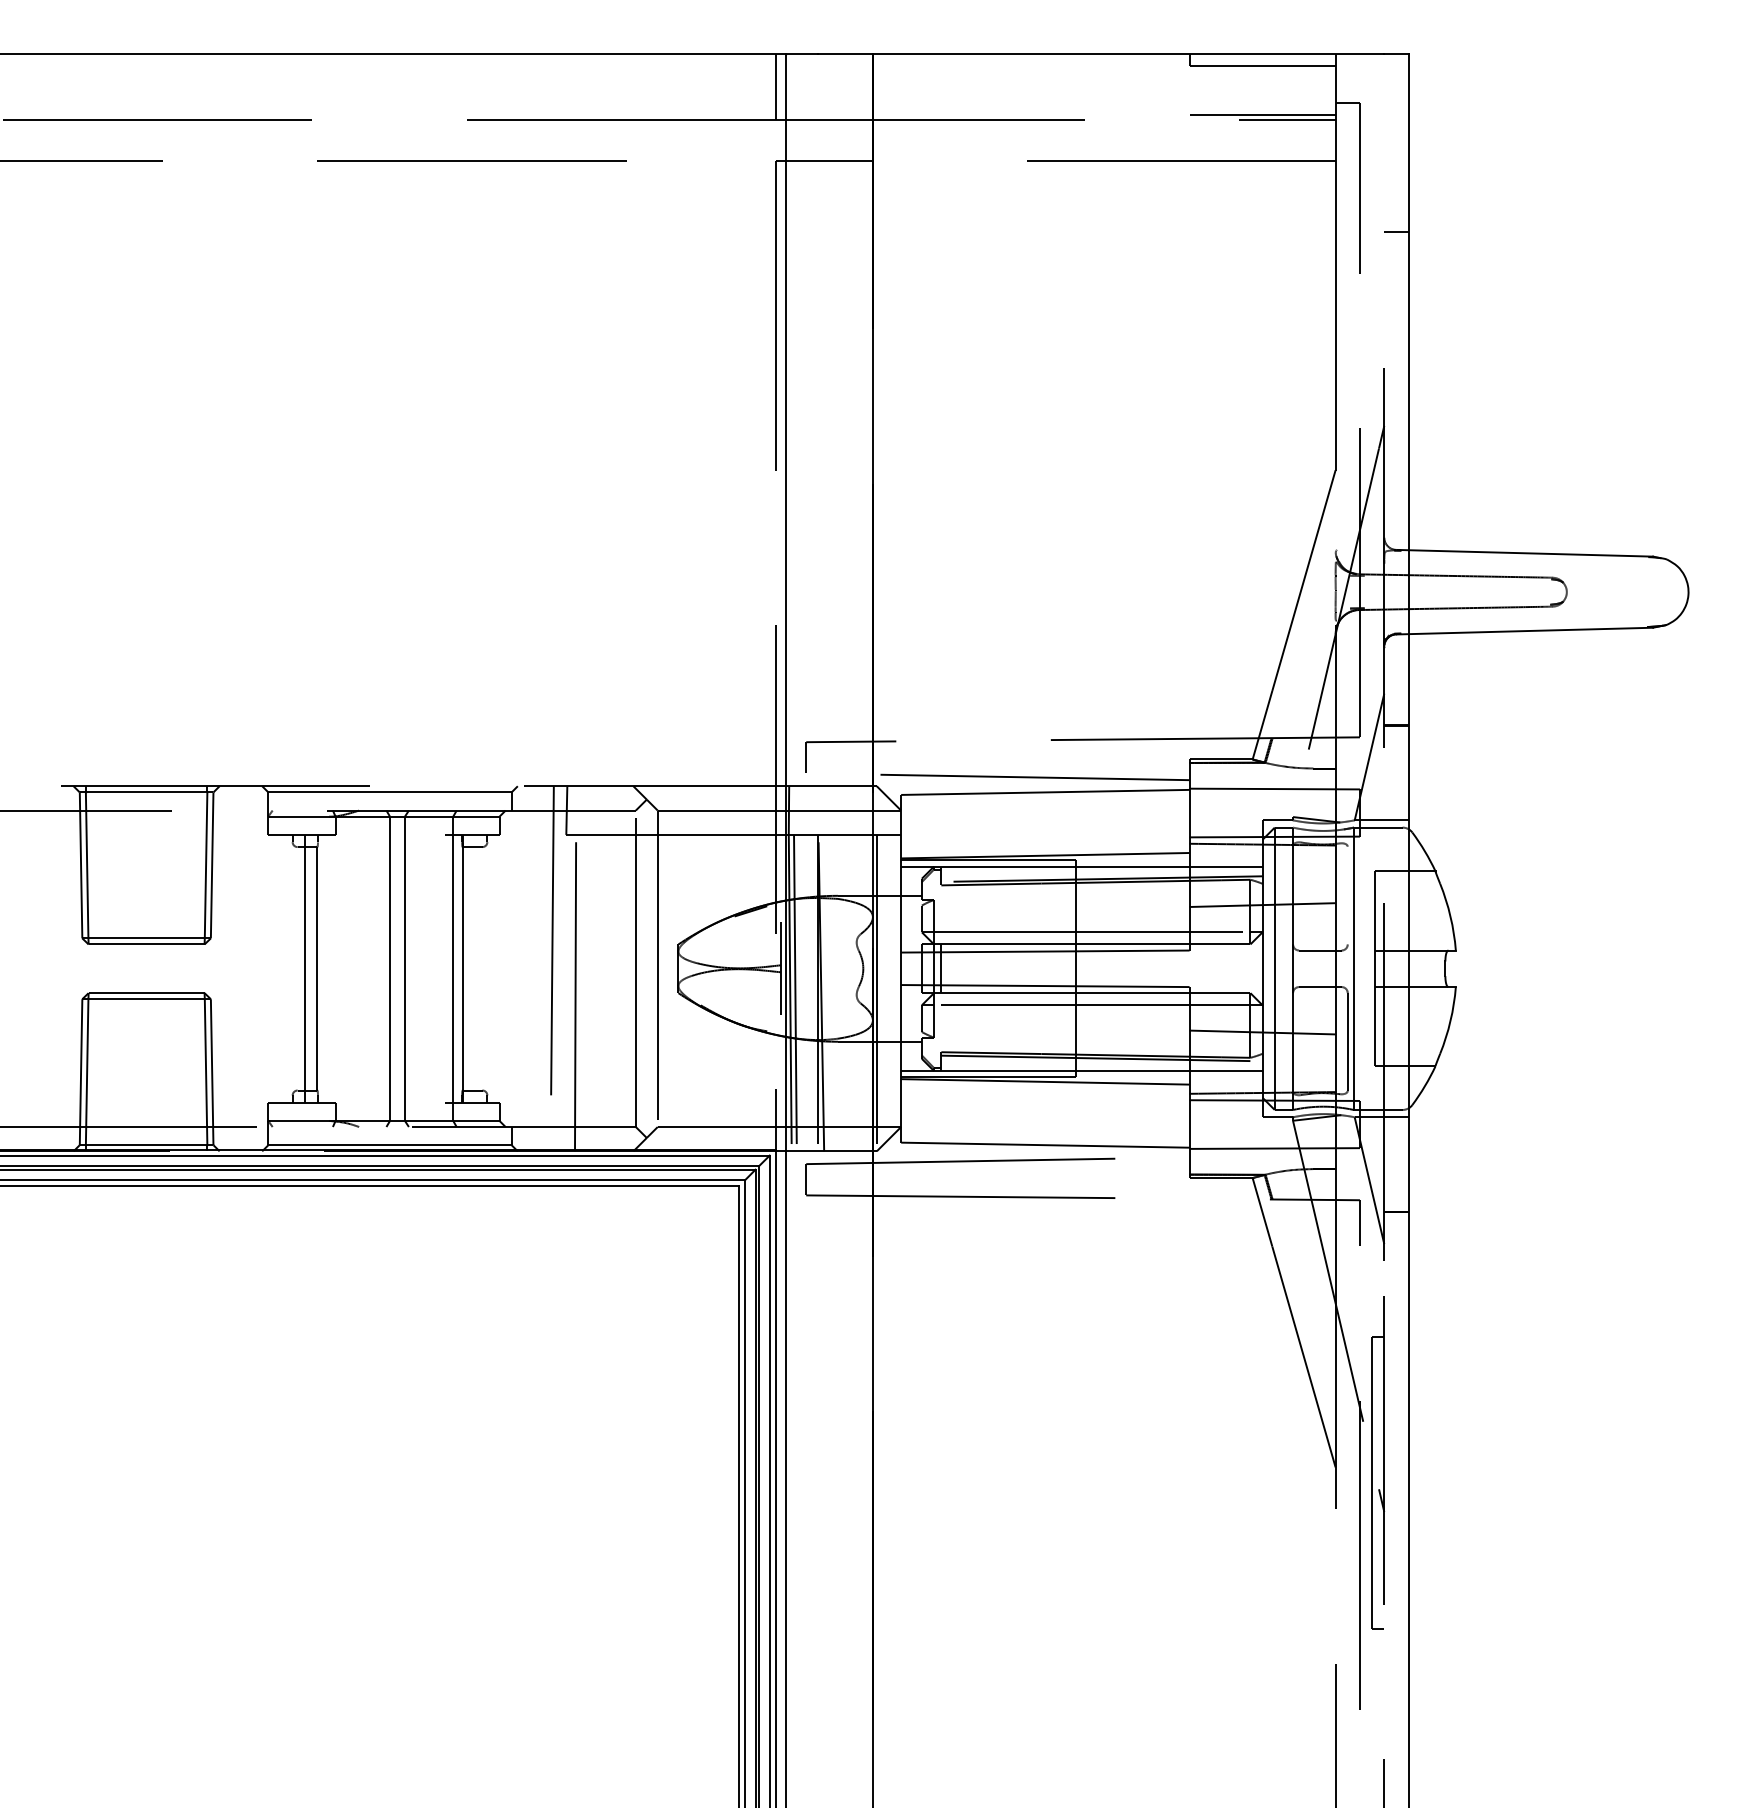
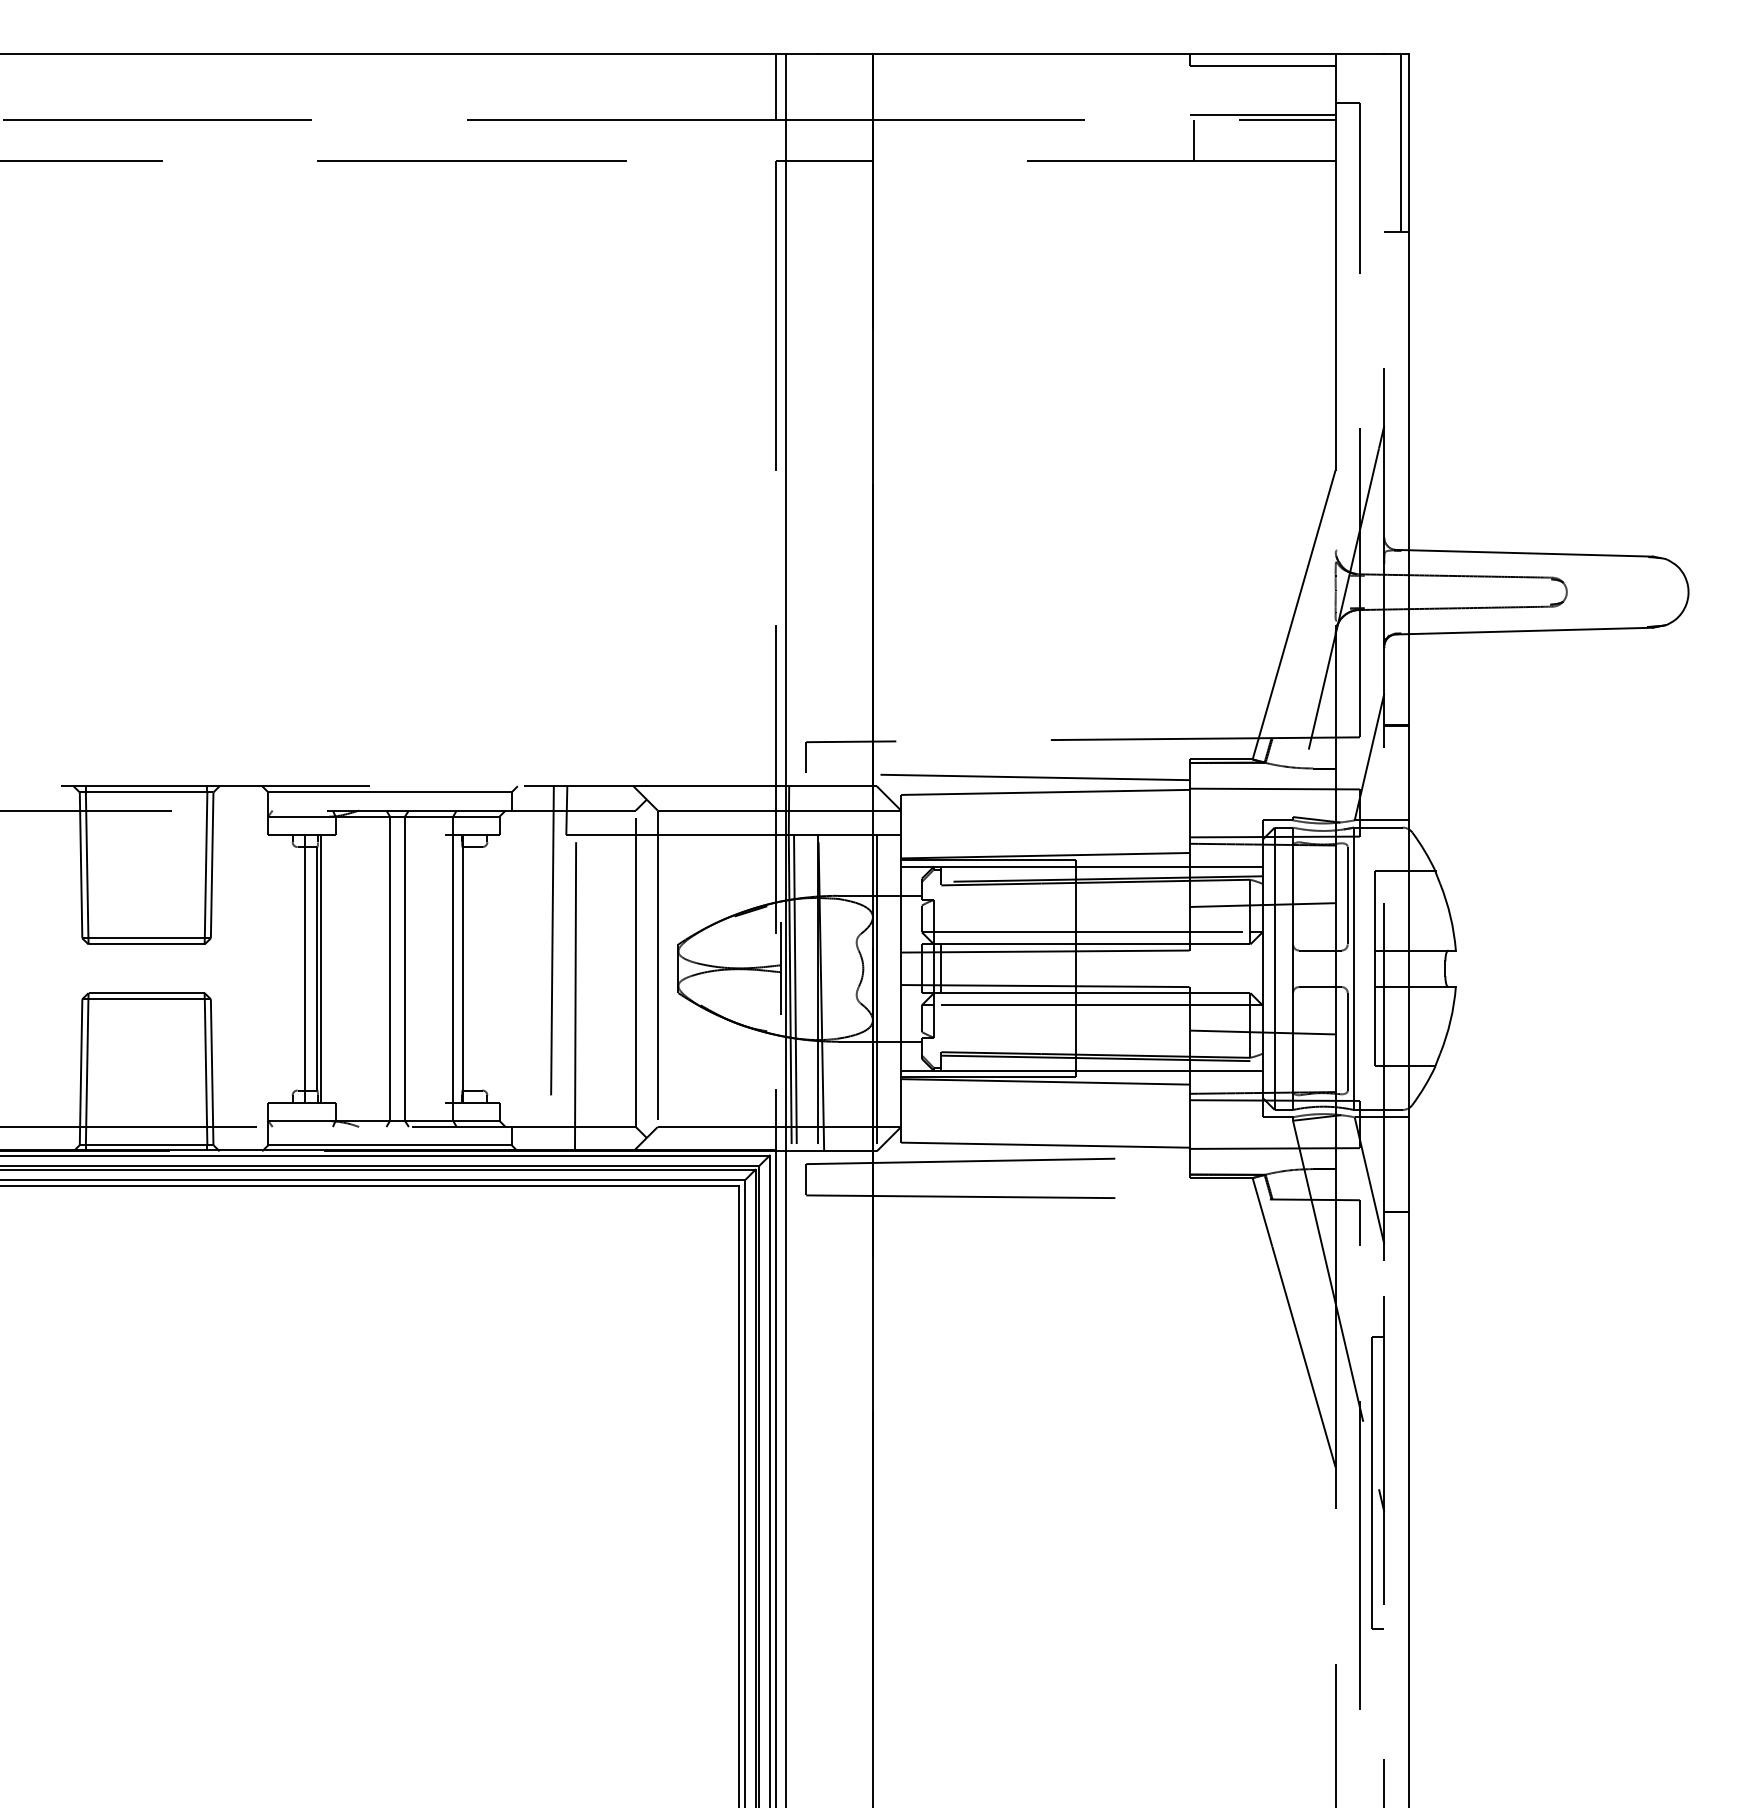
line at (1194, 140): none -> present
line at (1401, 142): none -> present
line at (1347, 895): none -> present
line at (320, 968): none -> present
